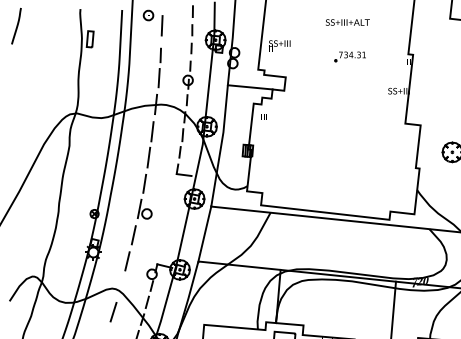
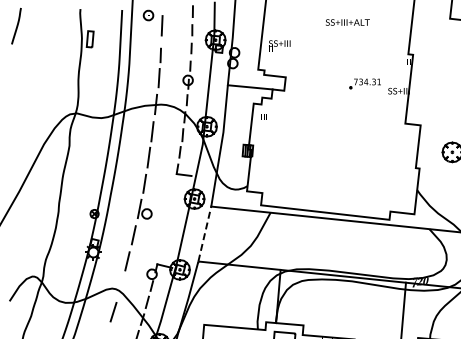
part at (349, 56) position: (349, 56) -> (364, 83)
line at (204, 233): solid -> dashed
line at (393, 308) position: (393, 308) -> (403, 308)
